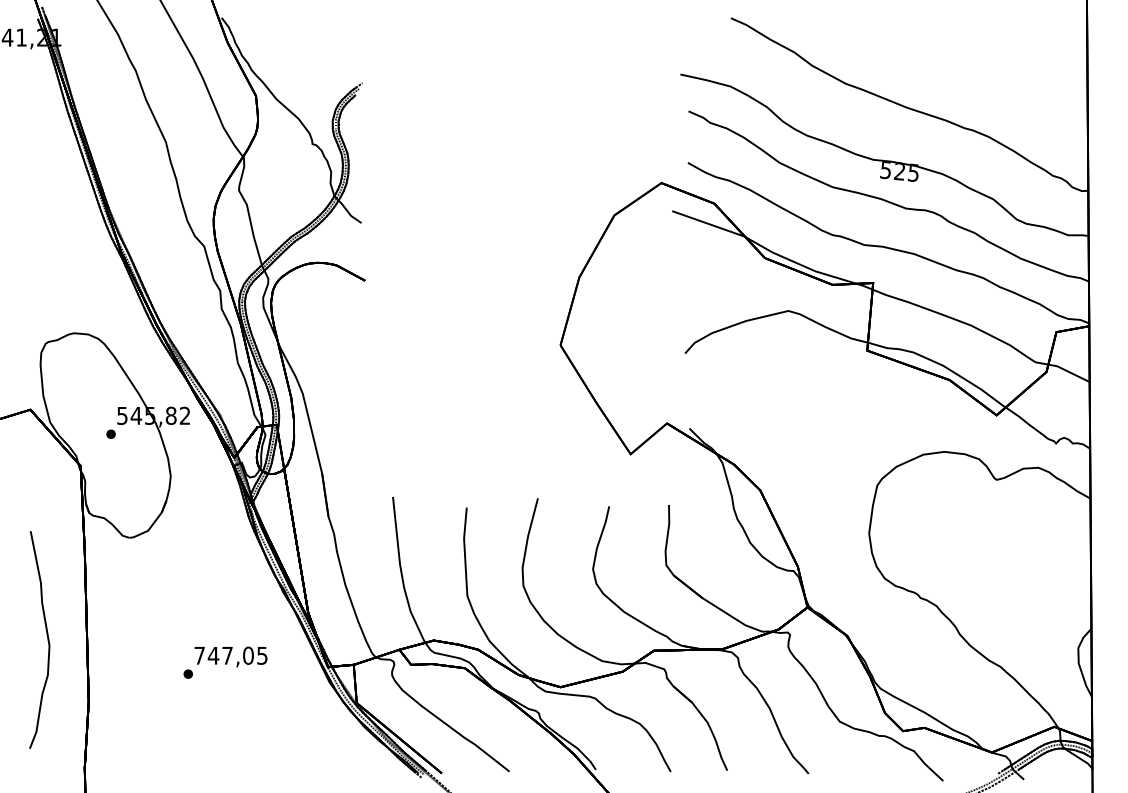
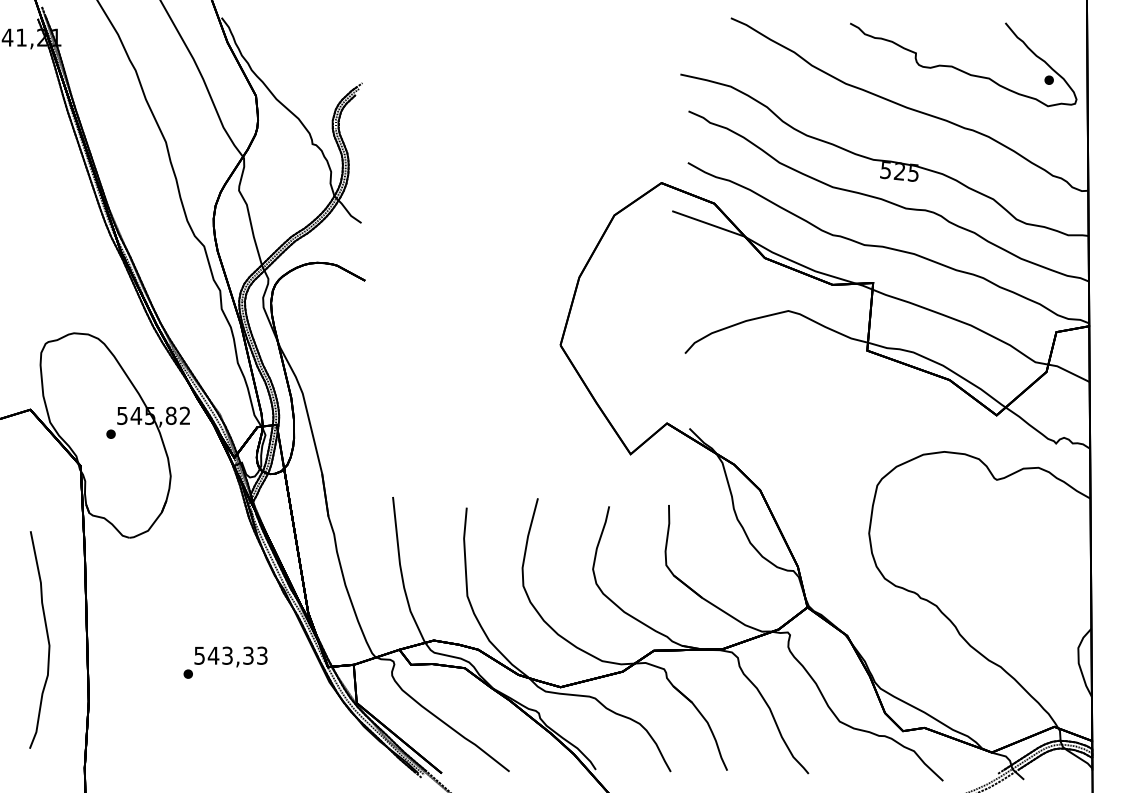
part at (963, 64): none -> present
text at (230, 655): 747,05 -> 543,33
